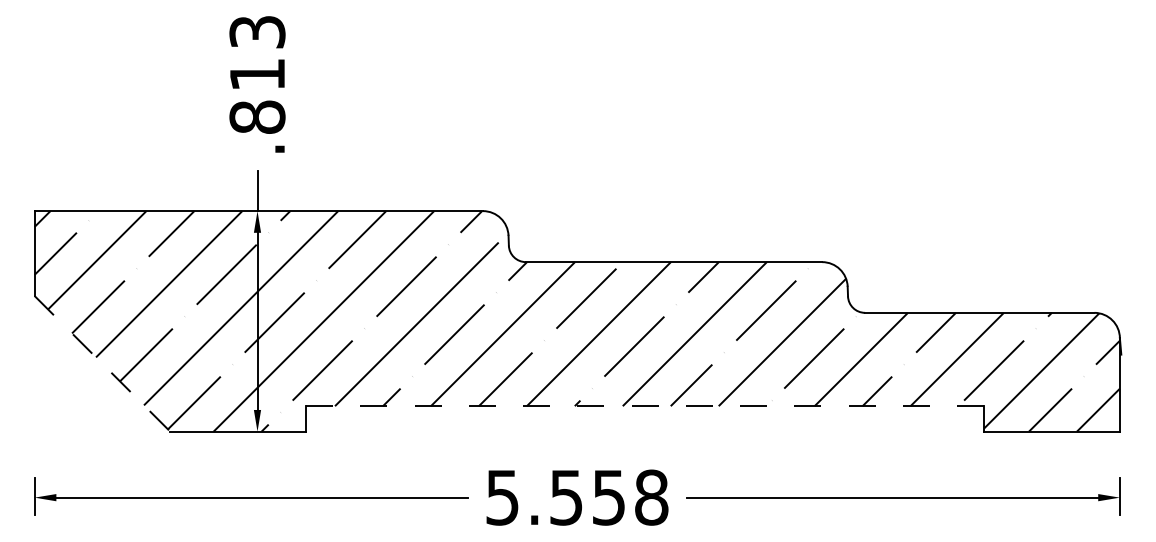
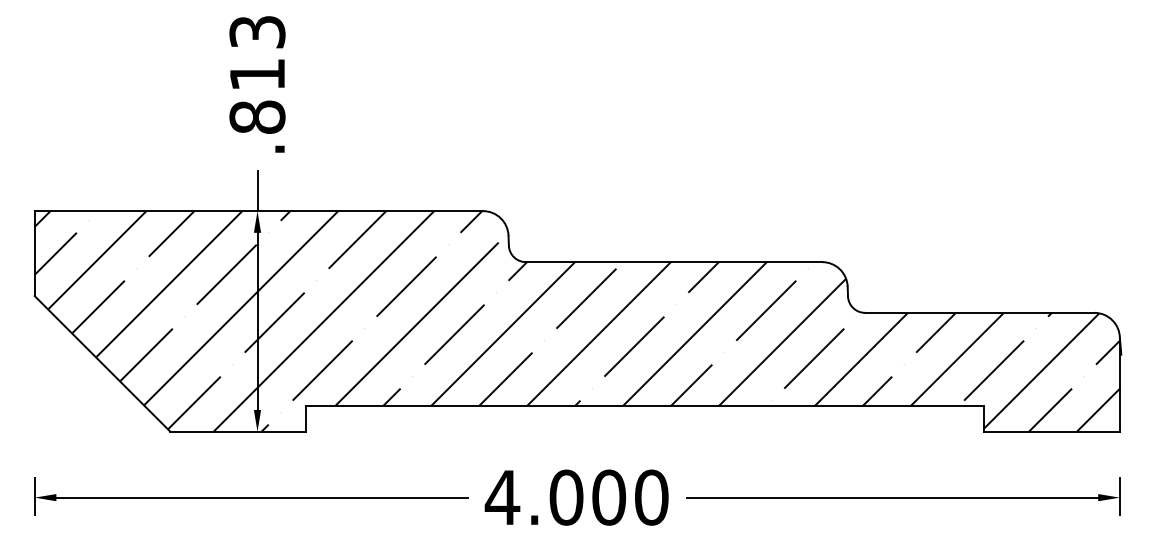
line at (102, 363): dashed -> solid
line at (644, 406): dashed -> solid
text at (576, 497): 5.558 -> 4.000
